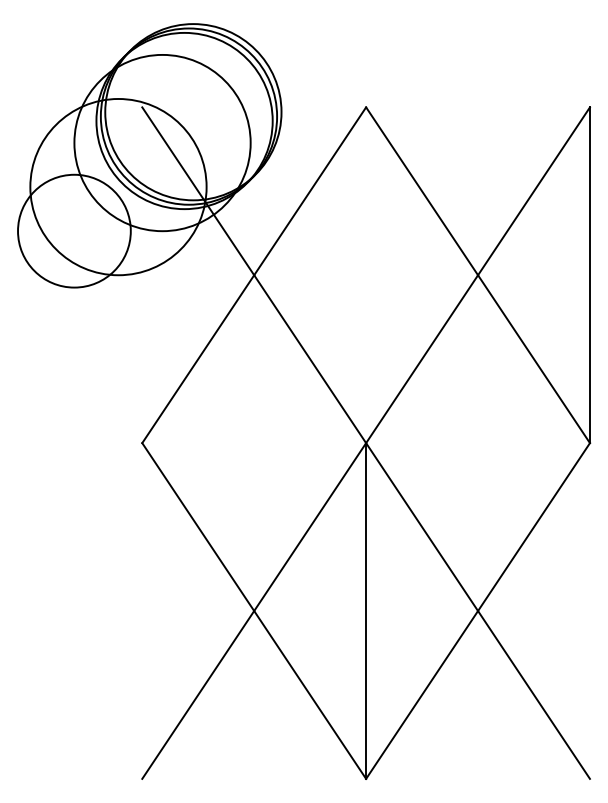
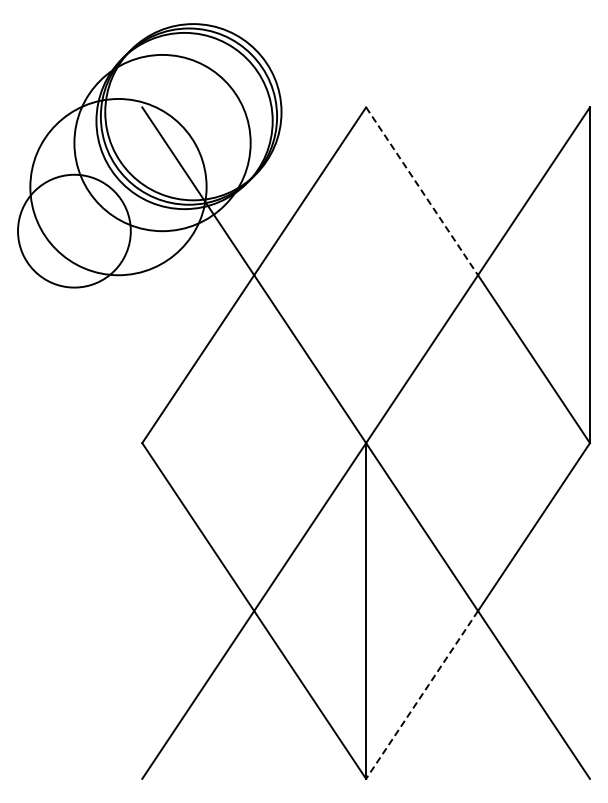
line at (422, 191): solid -> dashed
line at (422, 694): solid -> dashed
